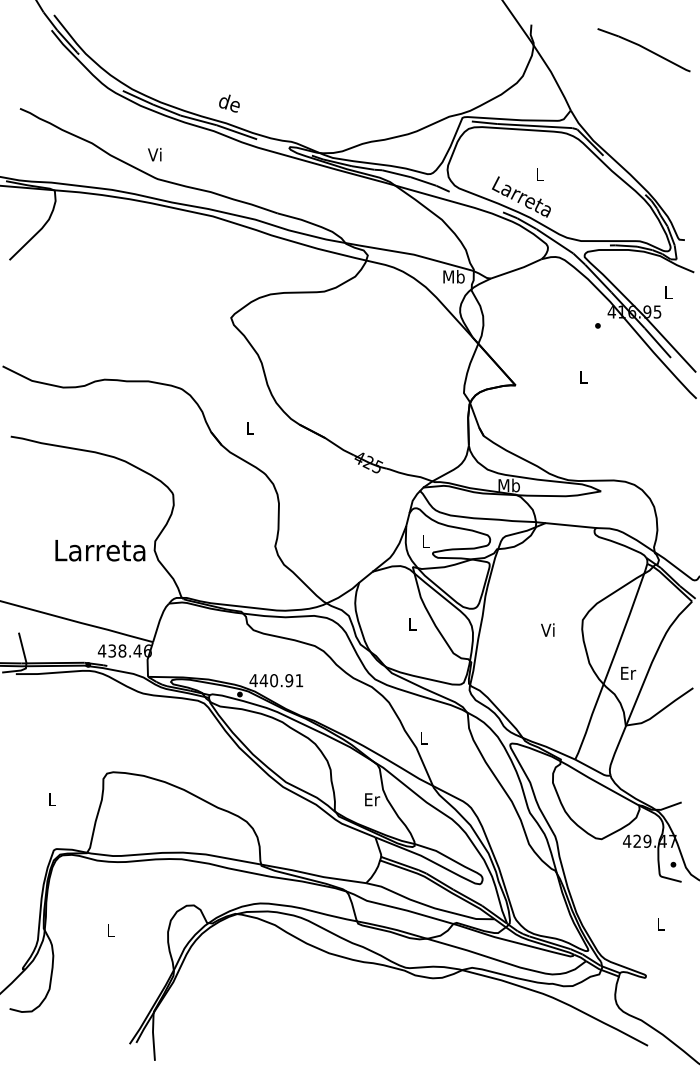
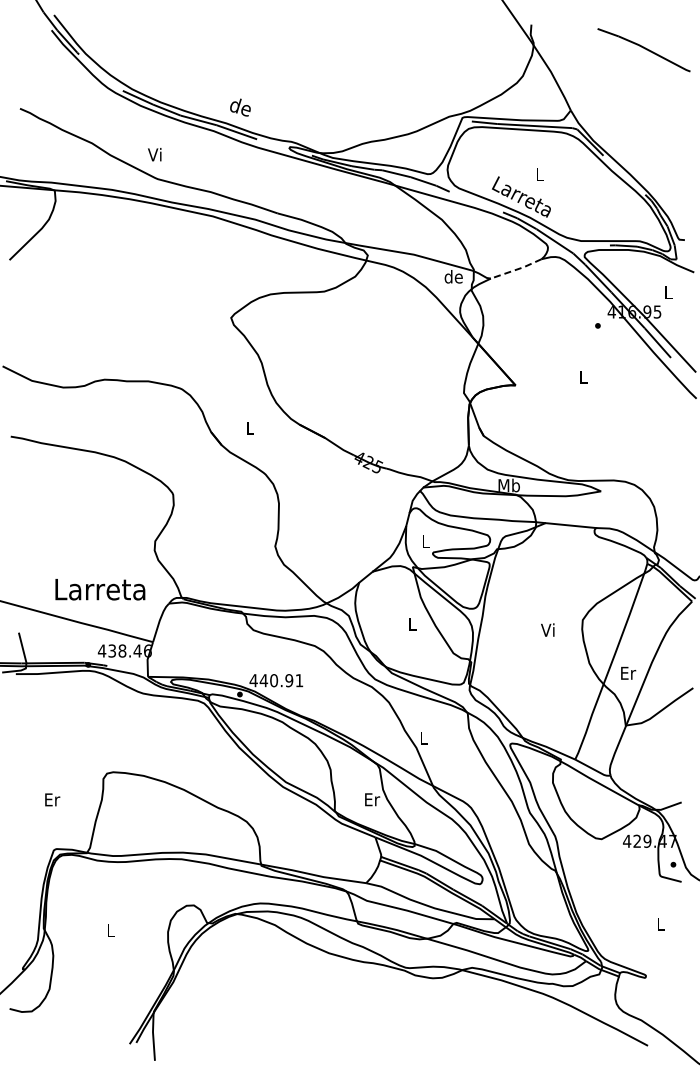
text at (229, 103) position: (229, 103) -> (240, 107)
line at (516, 269): solid -> dashed
text at (453, 276): Mb -> de
text at (100, 550) position: (100, 550) -> (100, 589)
text at (52, 799): L -> Er
